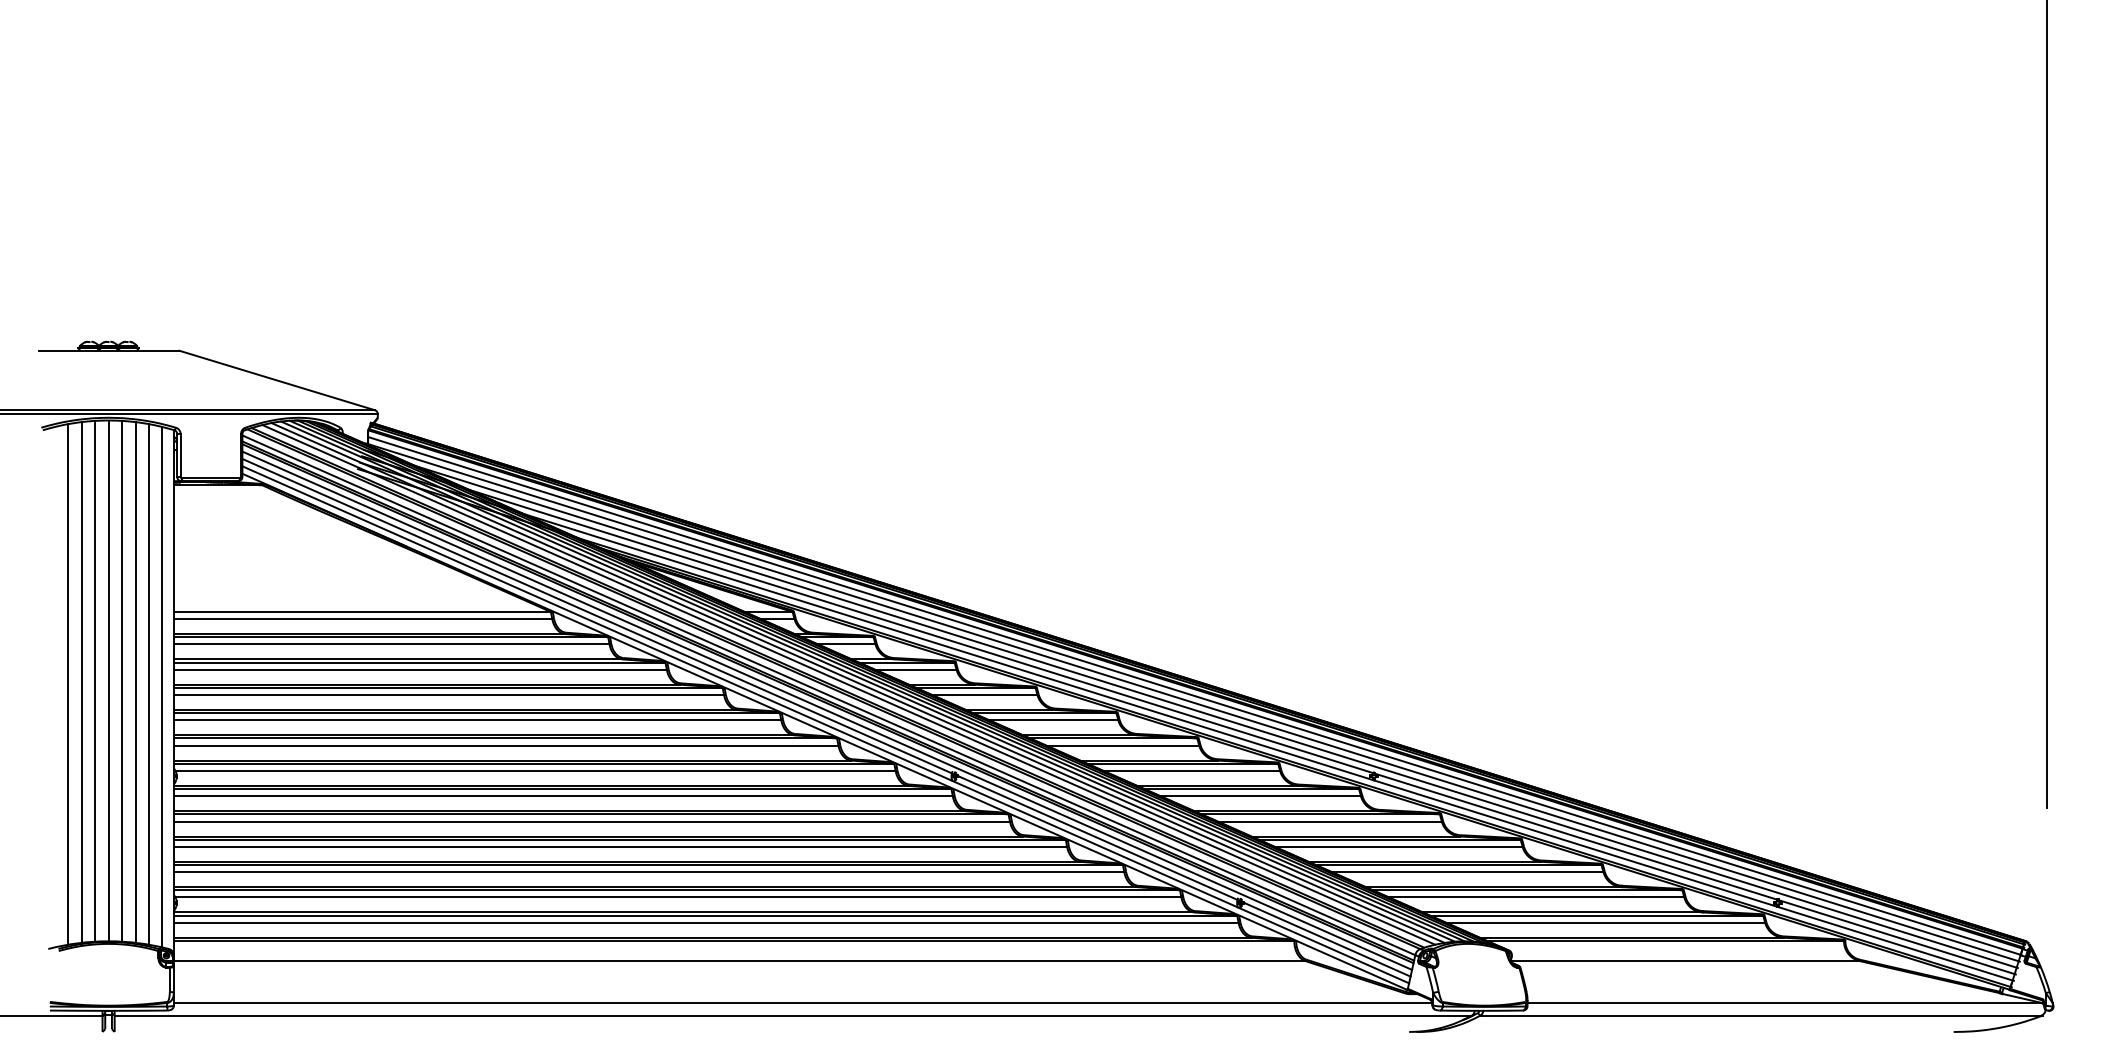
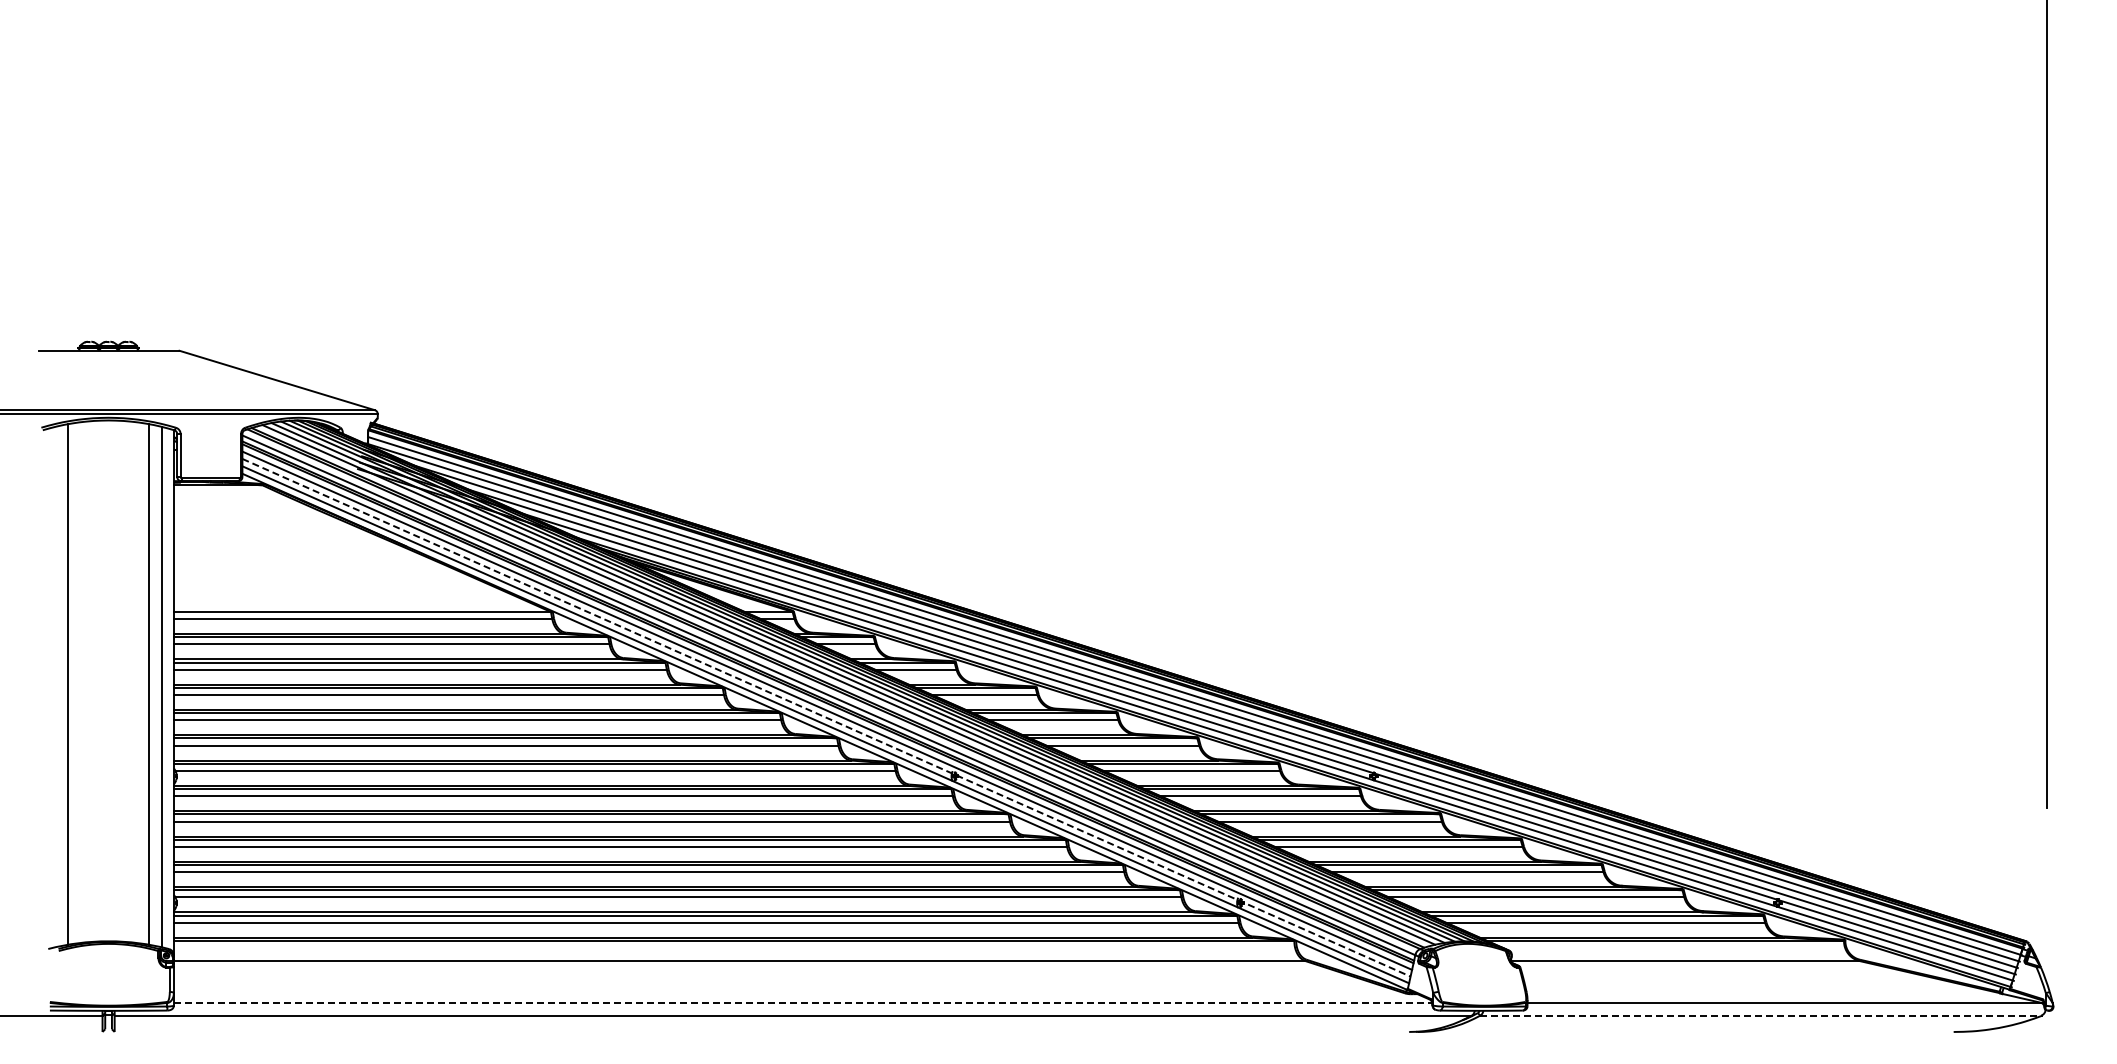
line at (95, 680): present -> none
line at (108, 680): present -> none
line at (122, 680): present -> none
line at (81, 682): present -> none
line at (135, 682): present -> none
line at (826, 717): solid -> dashed
line at (802, 1002): solid -> dashed
line at (1761, 1015): solid -> dashed
